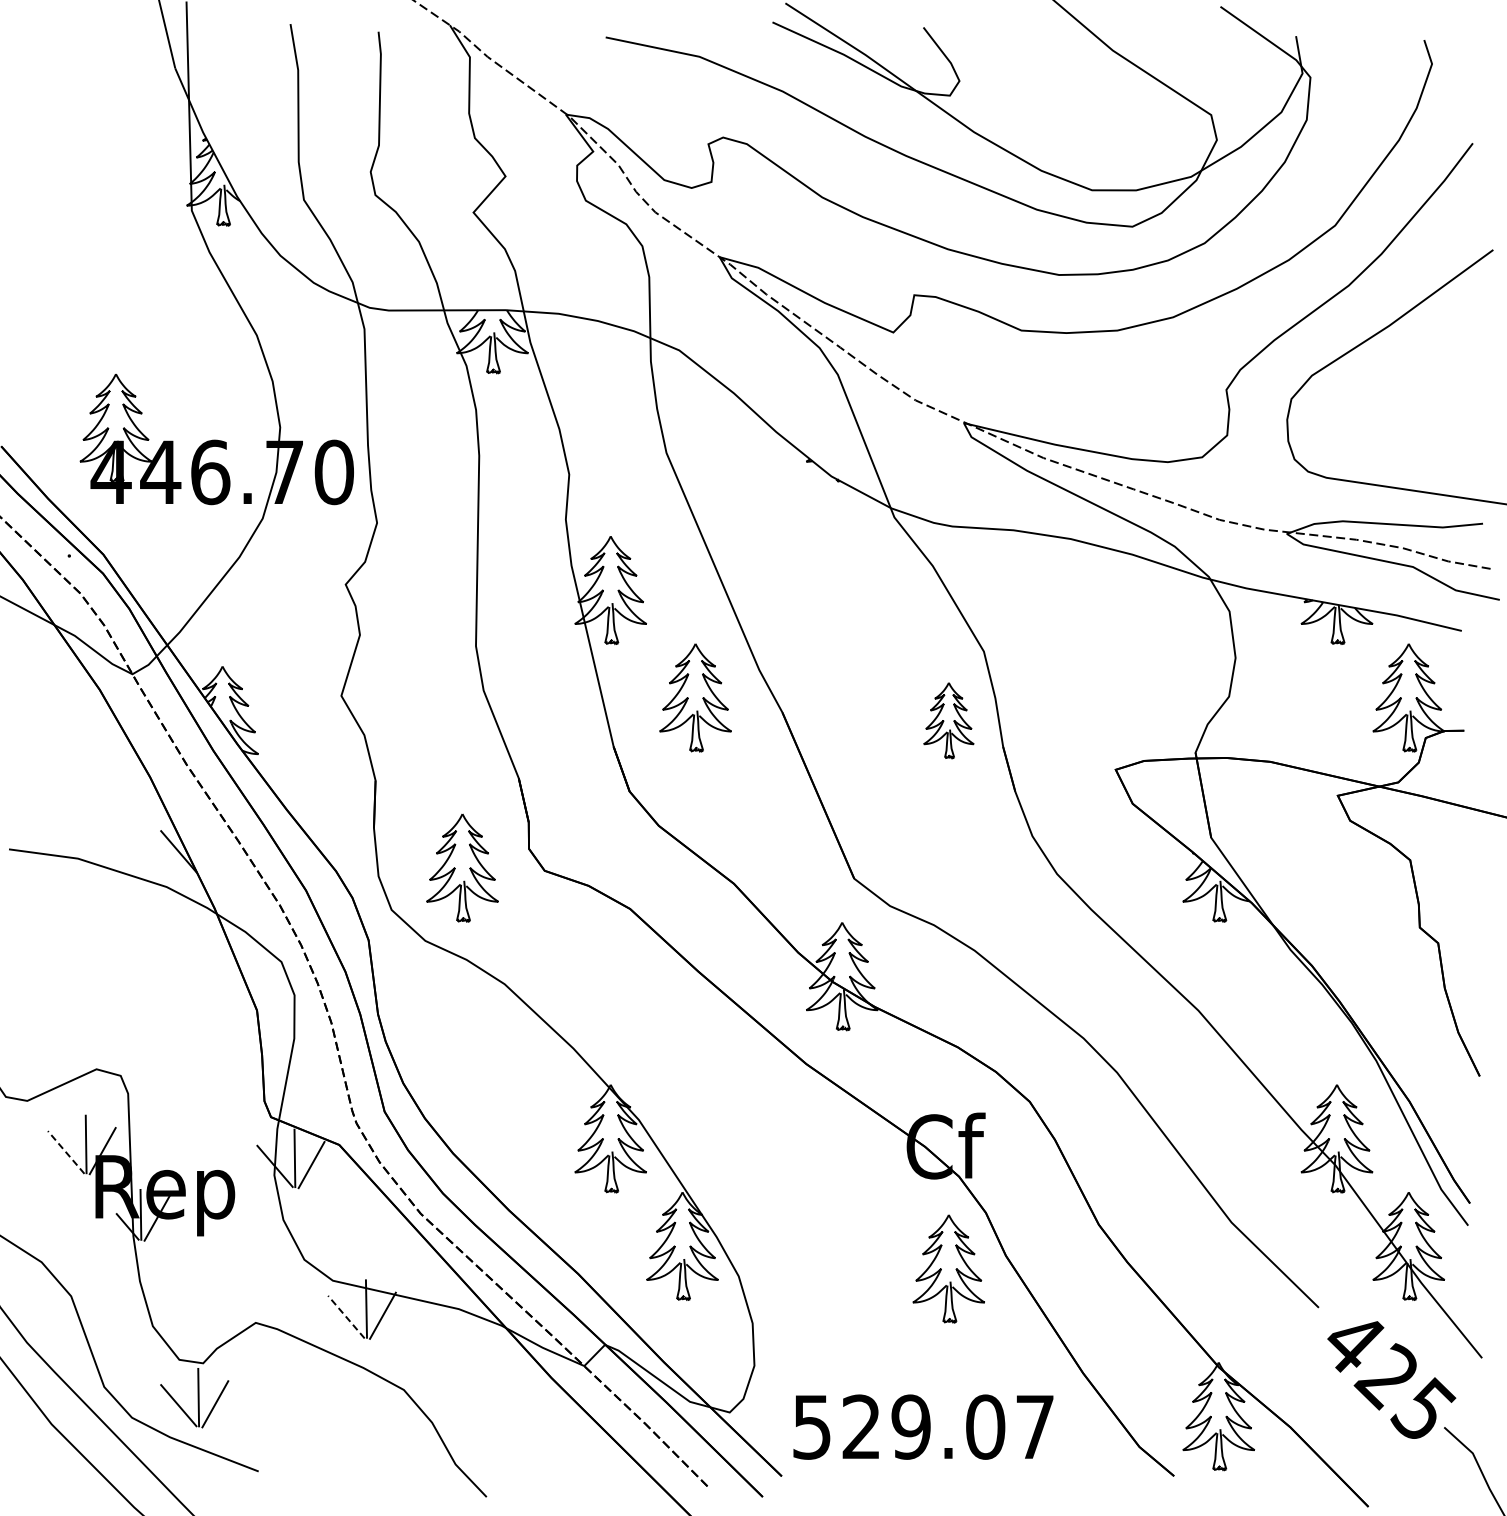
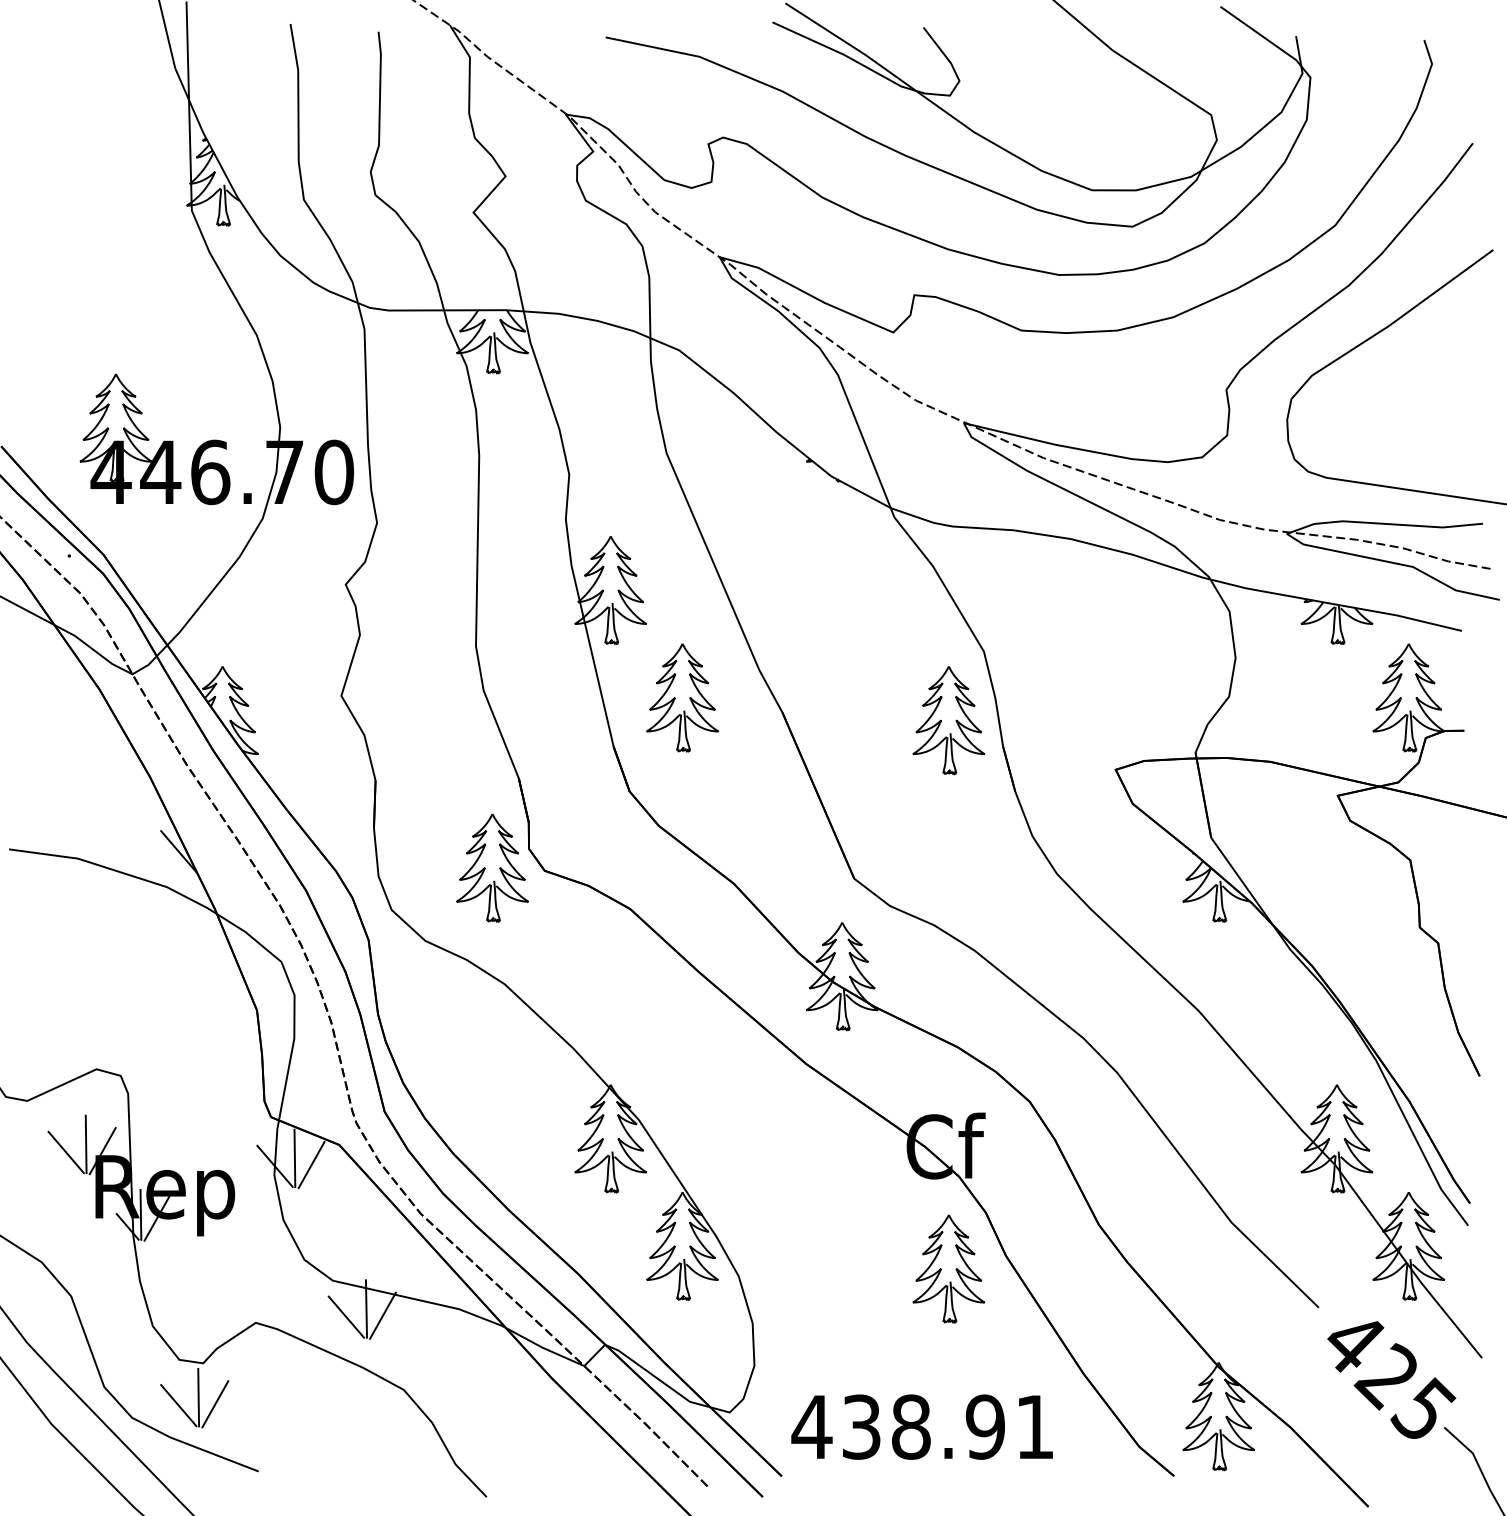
part at (695, 697) position: (695, 697) -> (682, 697)
part at (948, 720) size: 52x78 px -> 74x110 px
part at (462, 867) position: (462, 867) -> (492, 867)
line at (65, 1152): dashed -> solid
line at (346, 1316): dashed -> solid
text at (922, 1426): 529.07 -> 438.91
